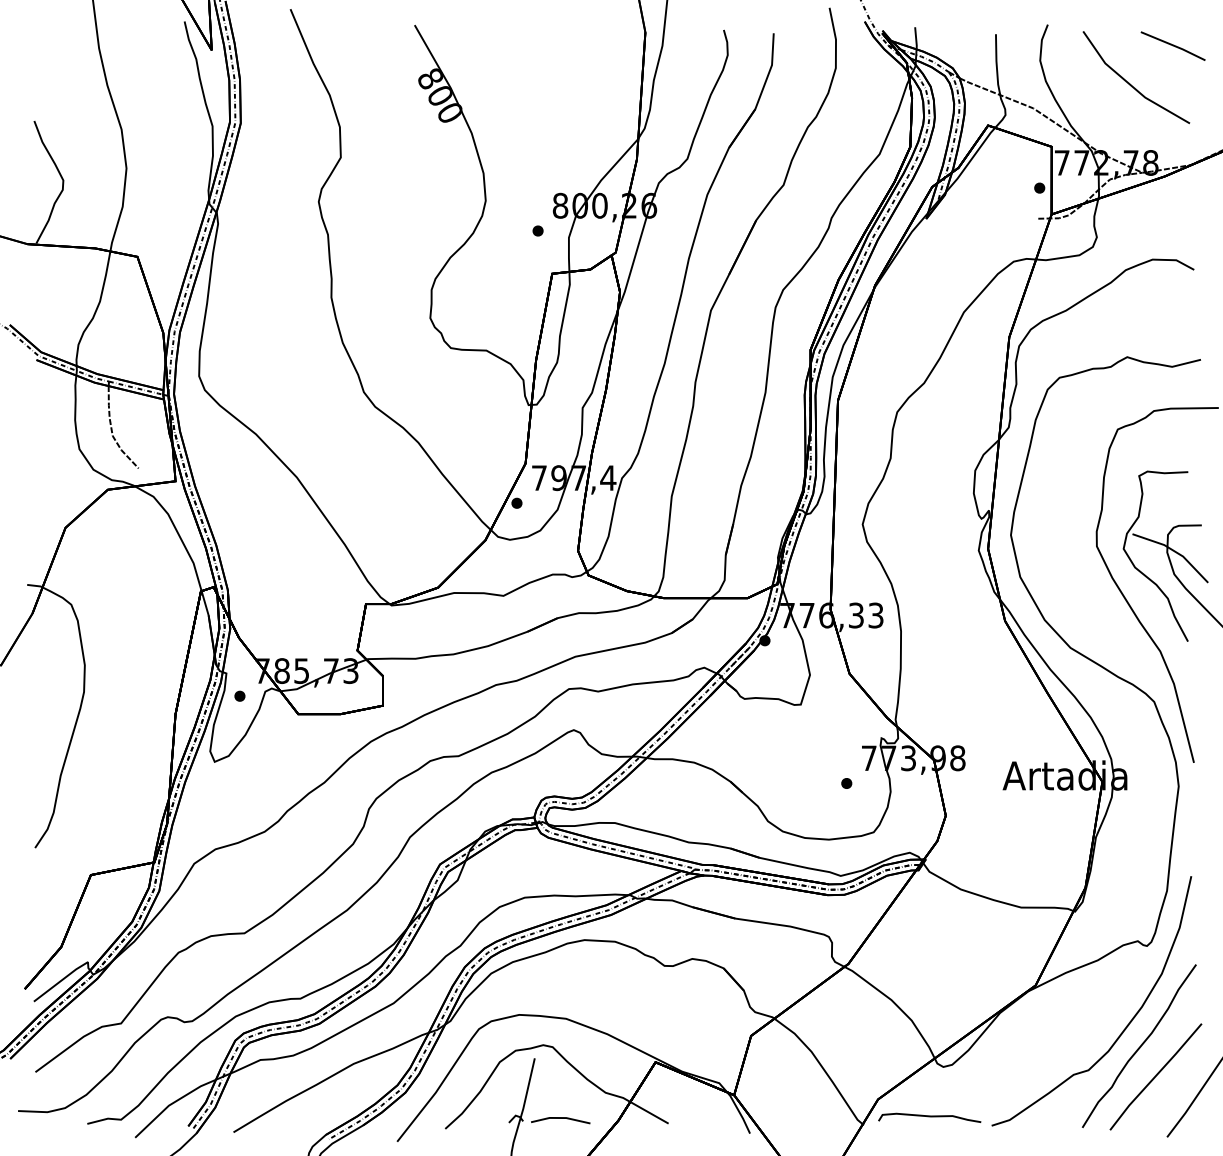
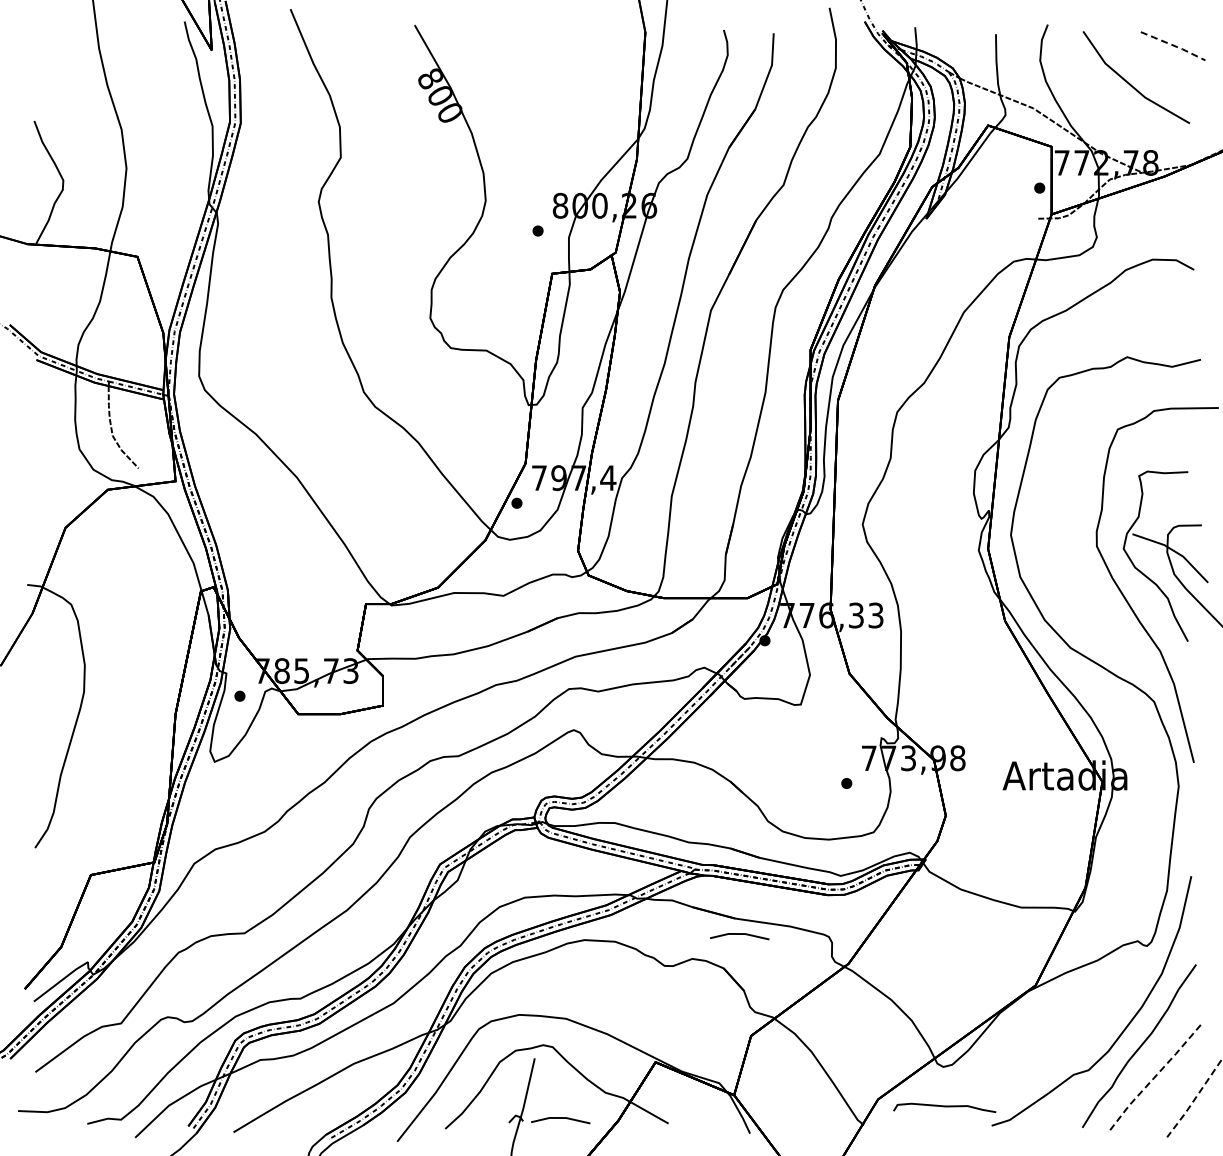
line at (1174, 45): solid -> dashed
line at (739, 934): none -> present
line at (1155, 1076): solid -> dashed
line at (1194, 1099): solid -> dashed
curve at (929, 1117) position: (929, 1117) -> (944, 1107)
